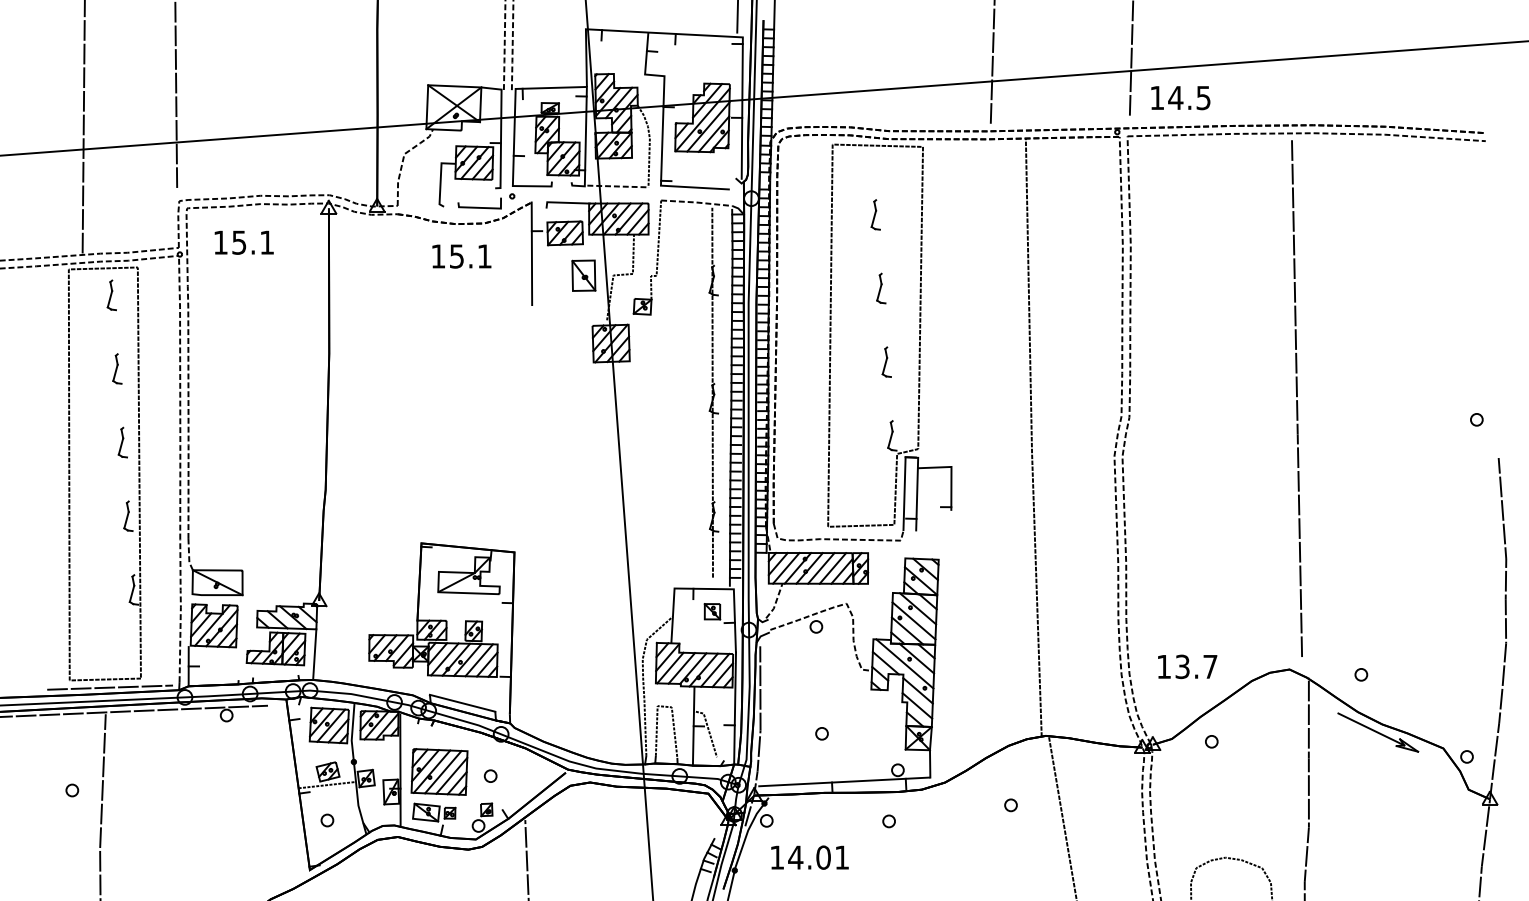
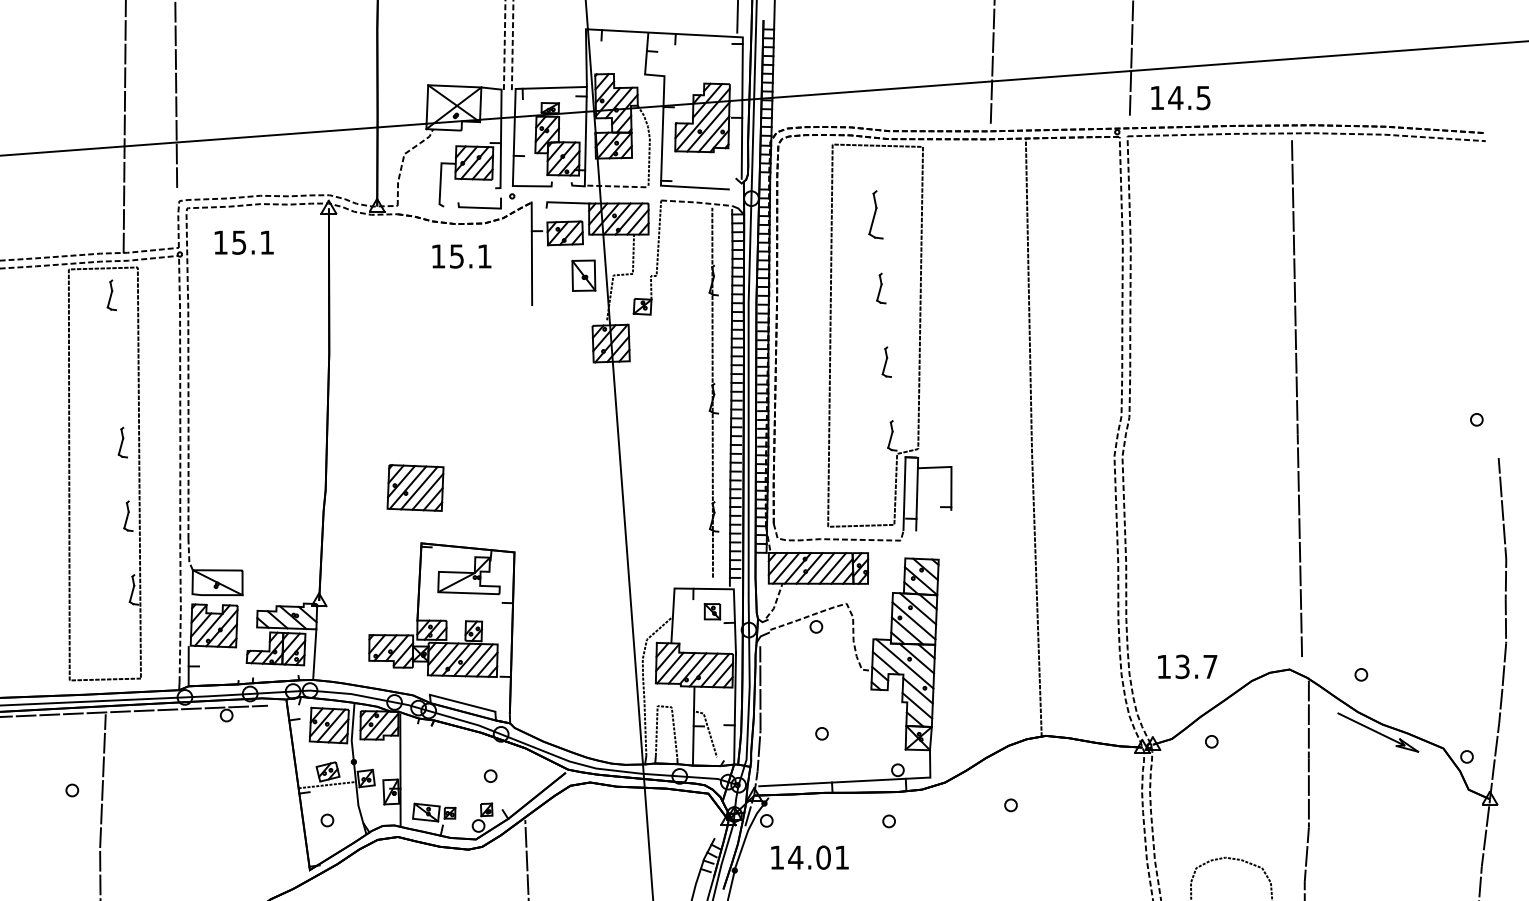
line at (83, 127) position: (83, 127) -> (124, 127)
part at (875, 214) size: 11x32 px -> 16x50 px
part at (117, 368): present -> none
line at (110, 687): present -> none
part at (439, 771) position: (439, 771) -> (415, 487)
line at (1062, 817): present -> none
